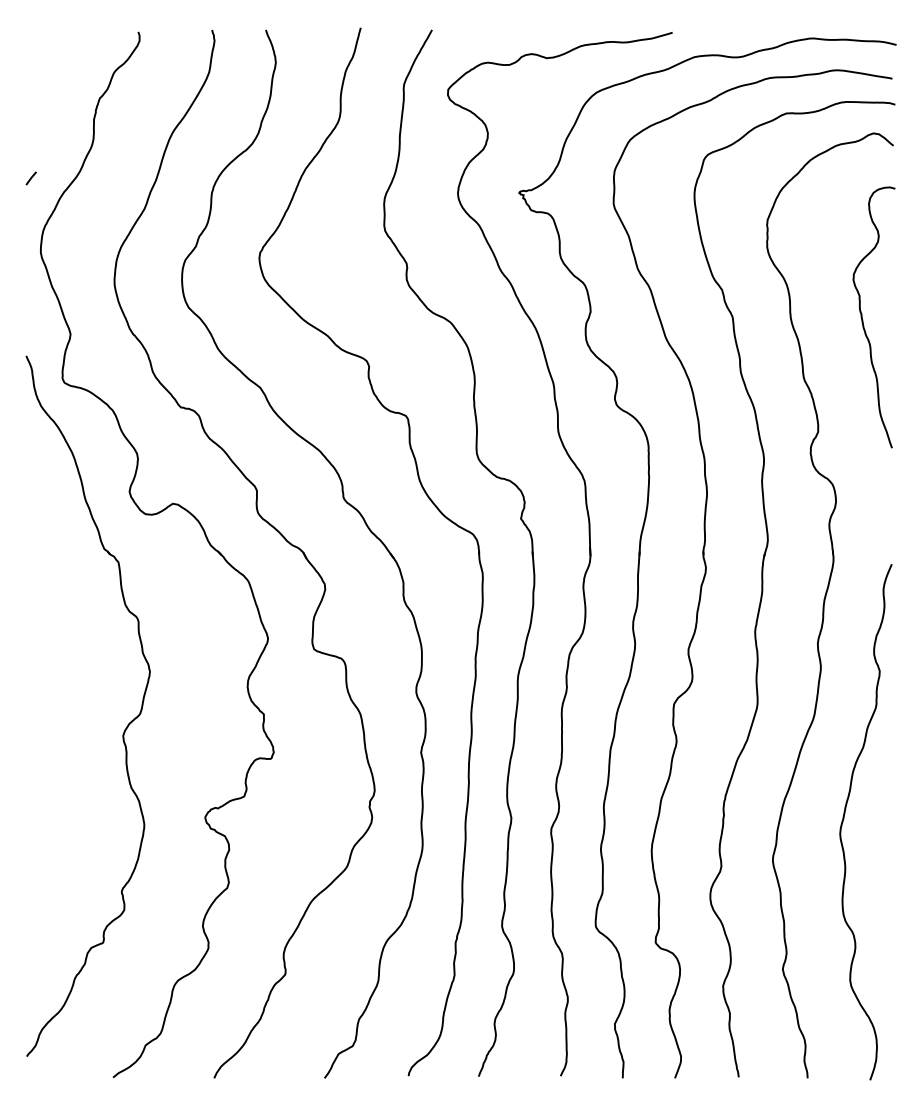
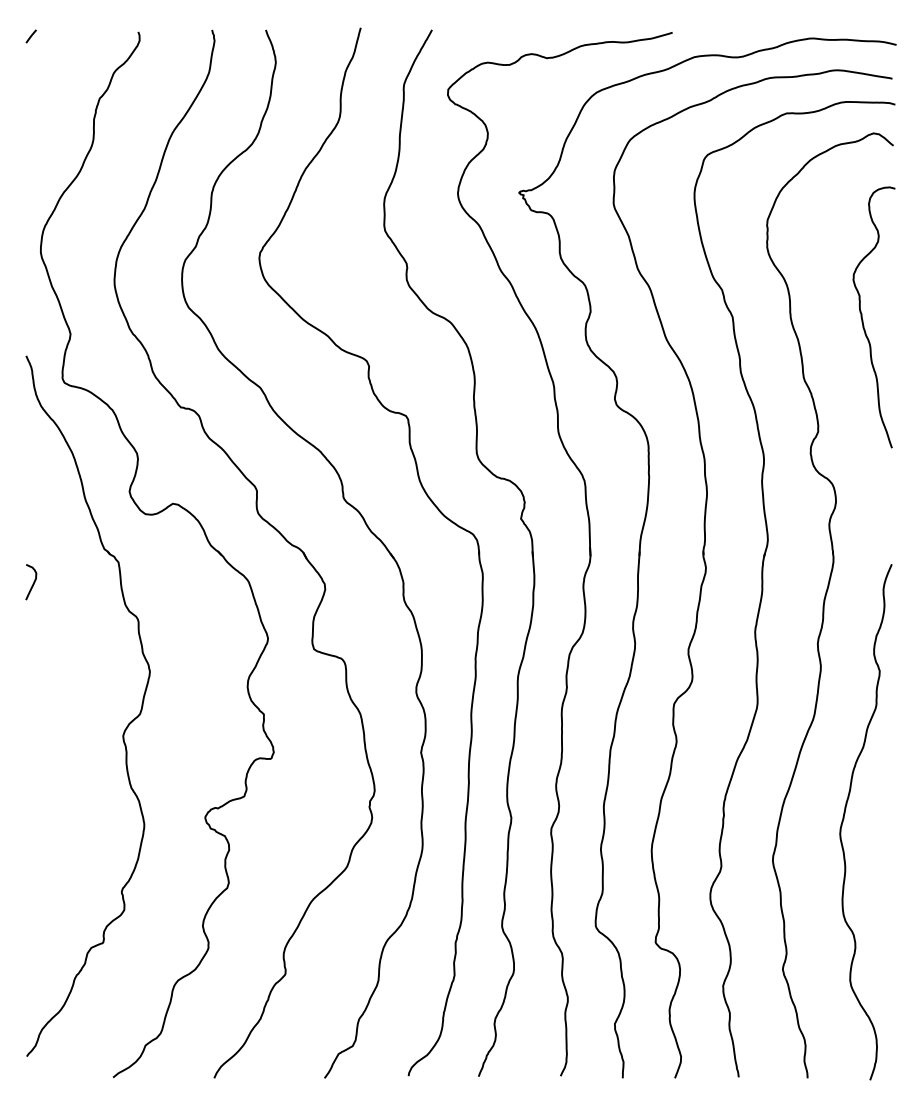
line at (30, 178) position: (30, 178) -> (30, 36)
curve at (32, 583): none -> present
